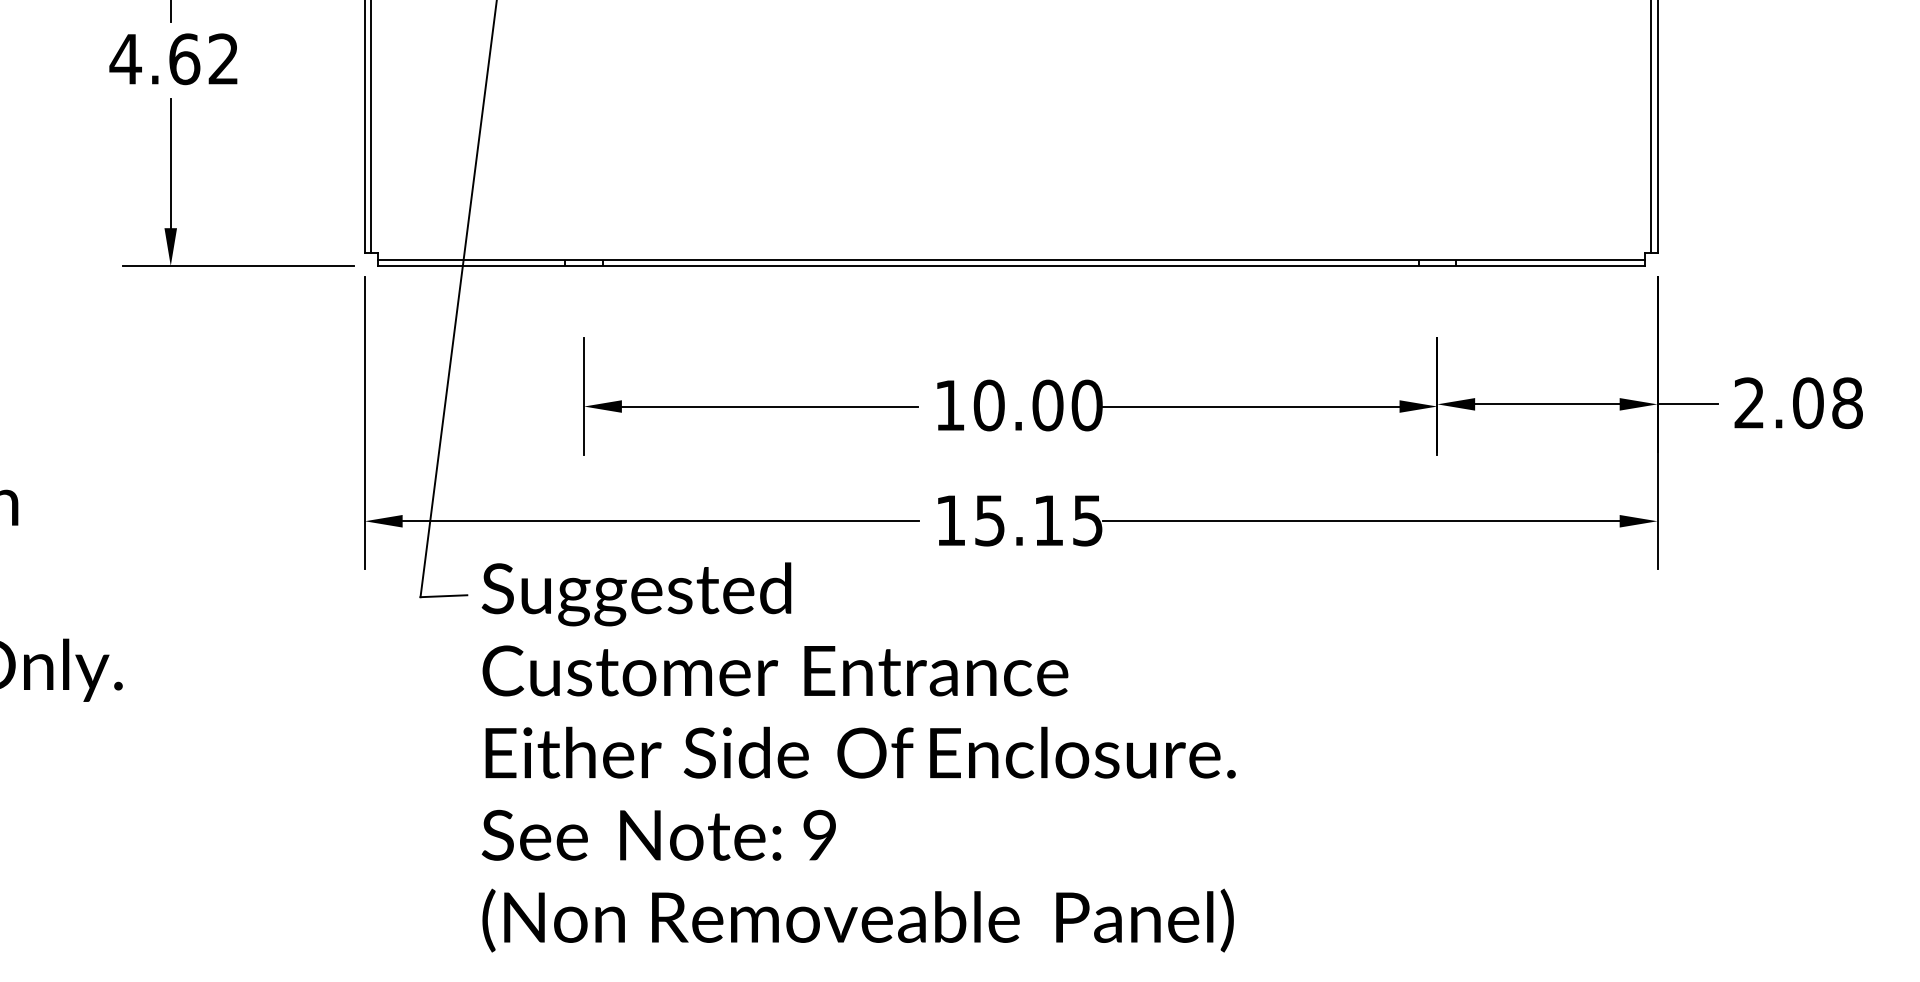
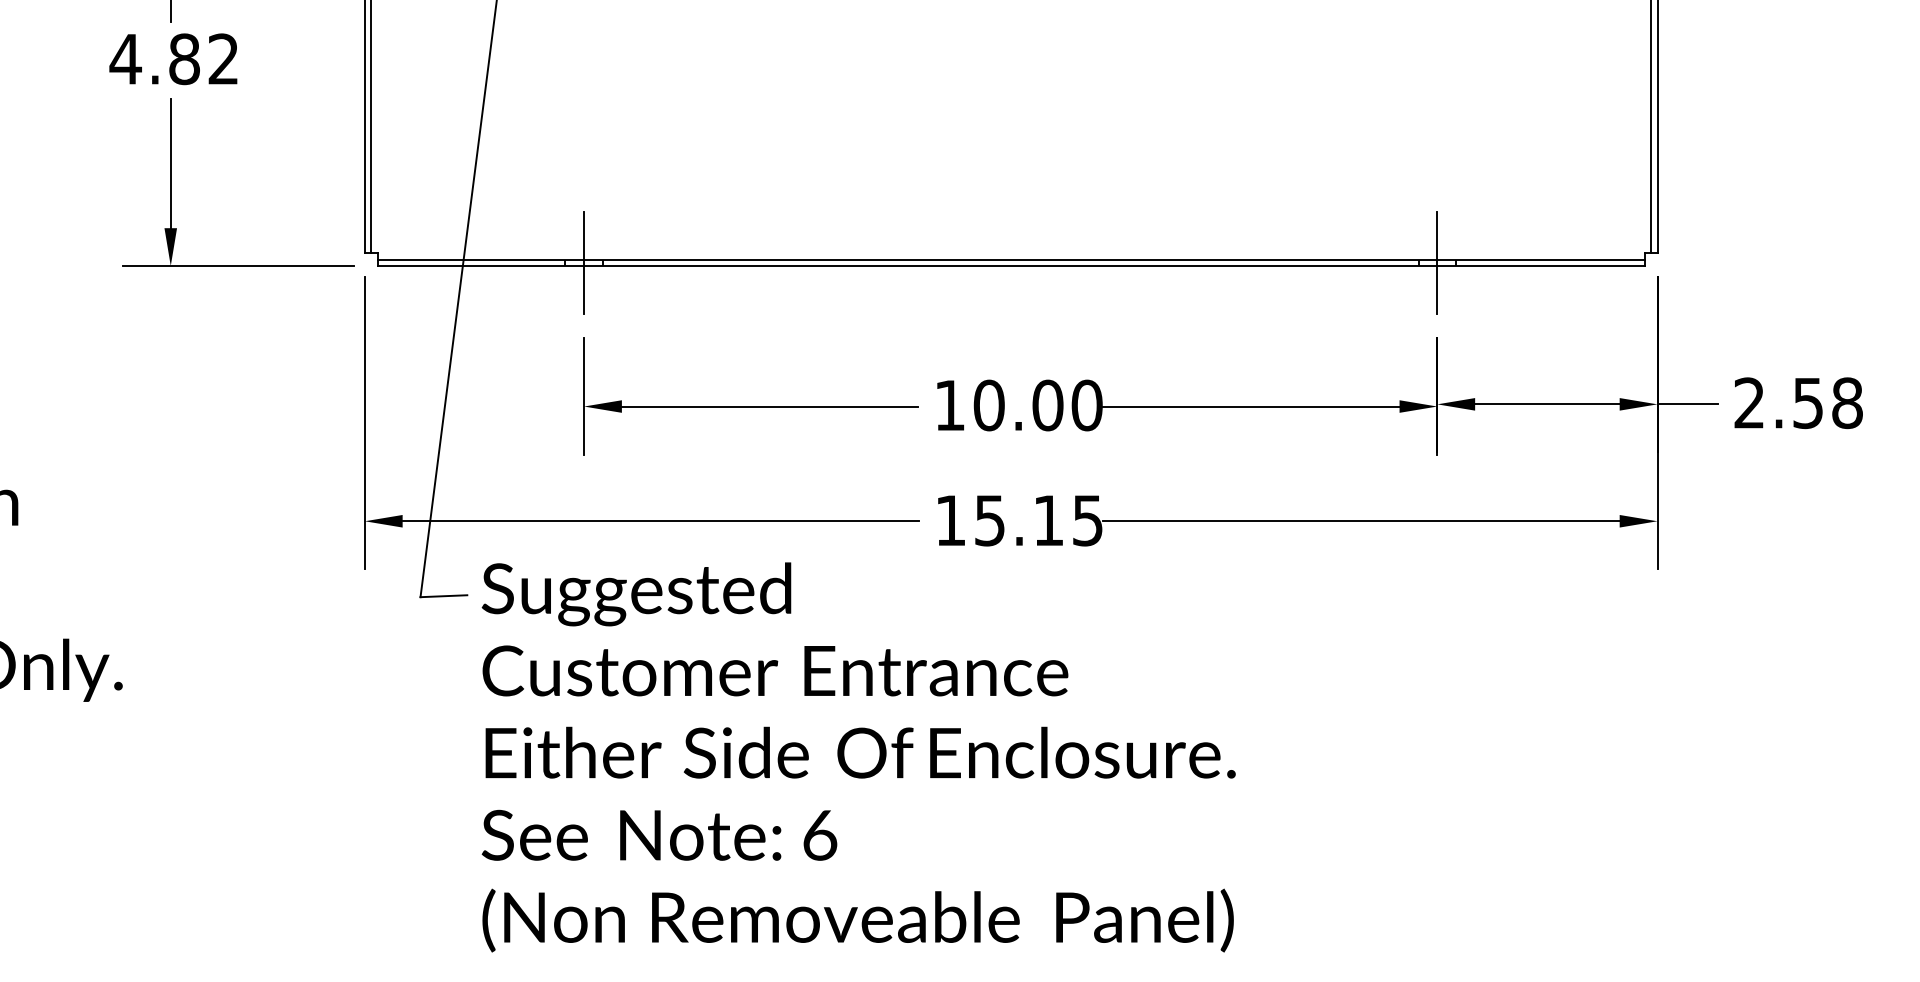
text at (184, 58): 4.62 -> 4.82
line at (584, 262): none -> present
line at (1437, 262): none -> present
text at (1808, 403): 2.08 -> 2.58
text at (820, 834): 9 -> 6
